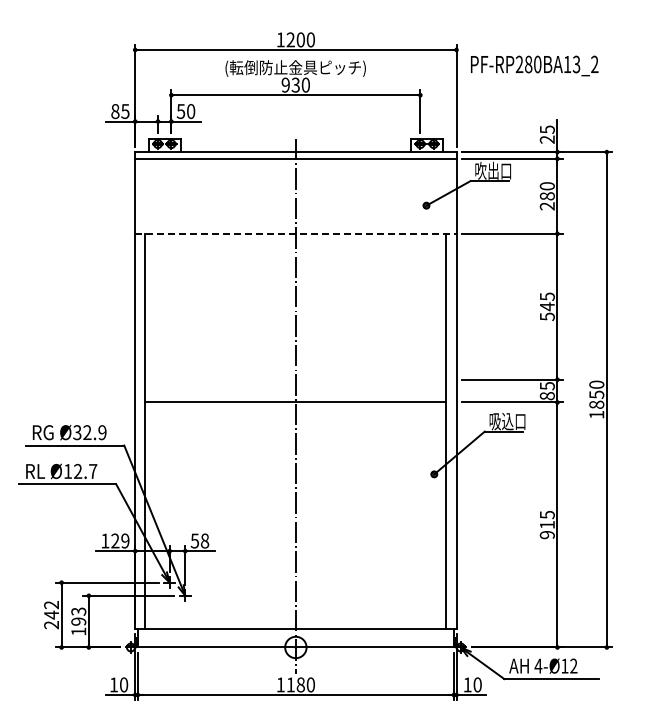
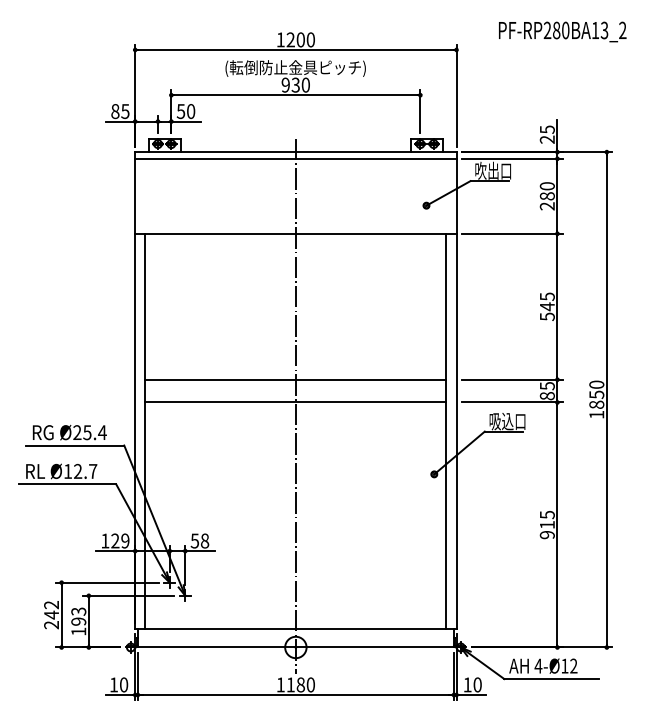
text at (534, 65) position: (534, 65) -> (562, 31)
line at (295, 233): dashed -> solid
line at (295, 379): none -> present
text at (89, 432): Ø32.9 -> Ø25.4
